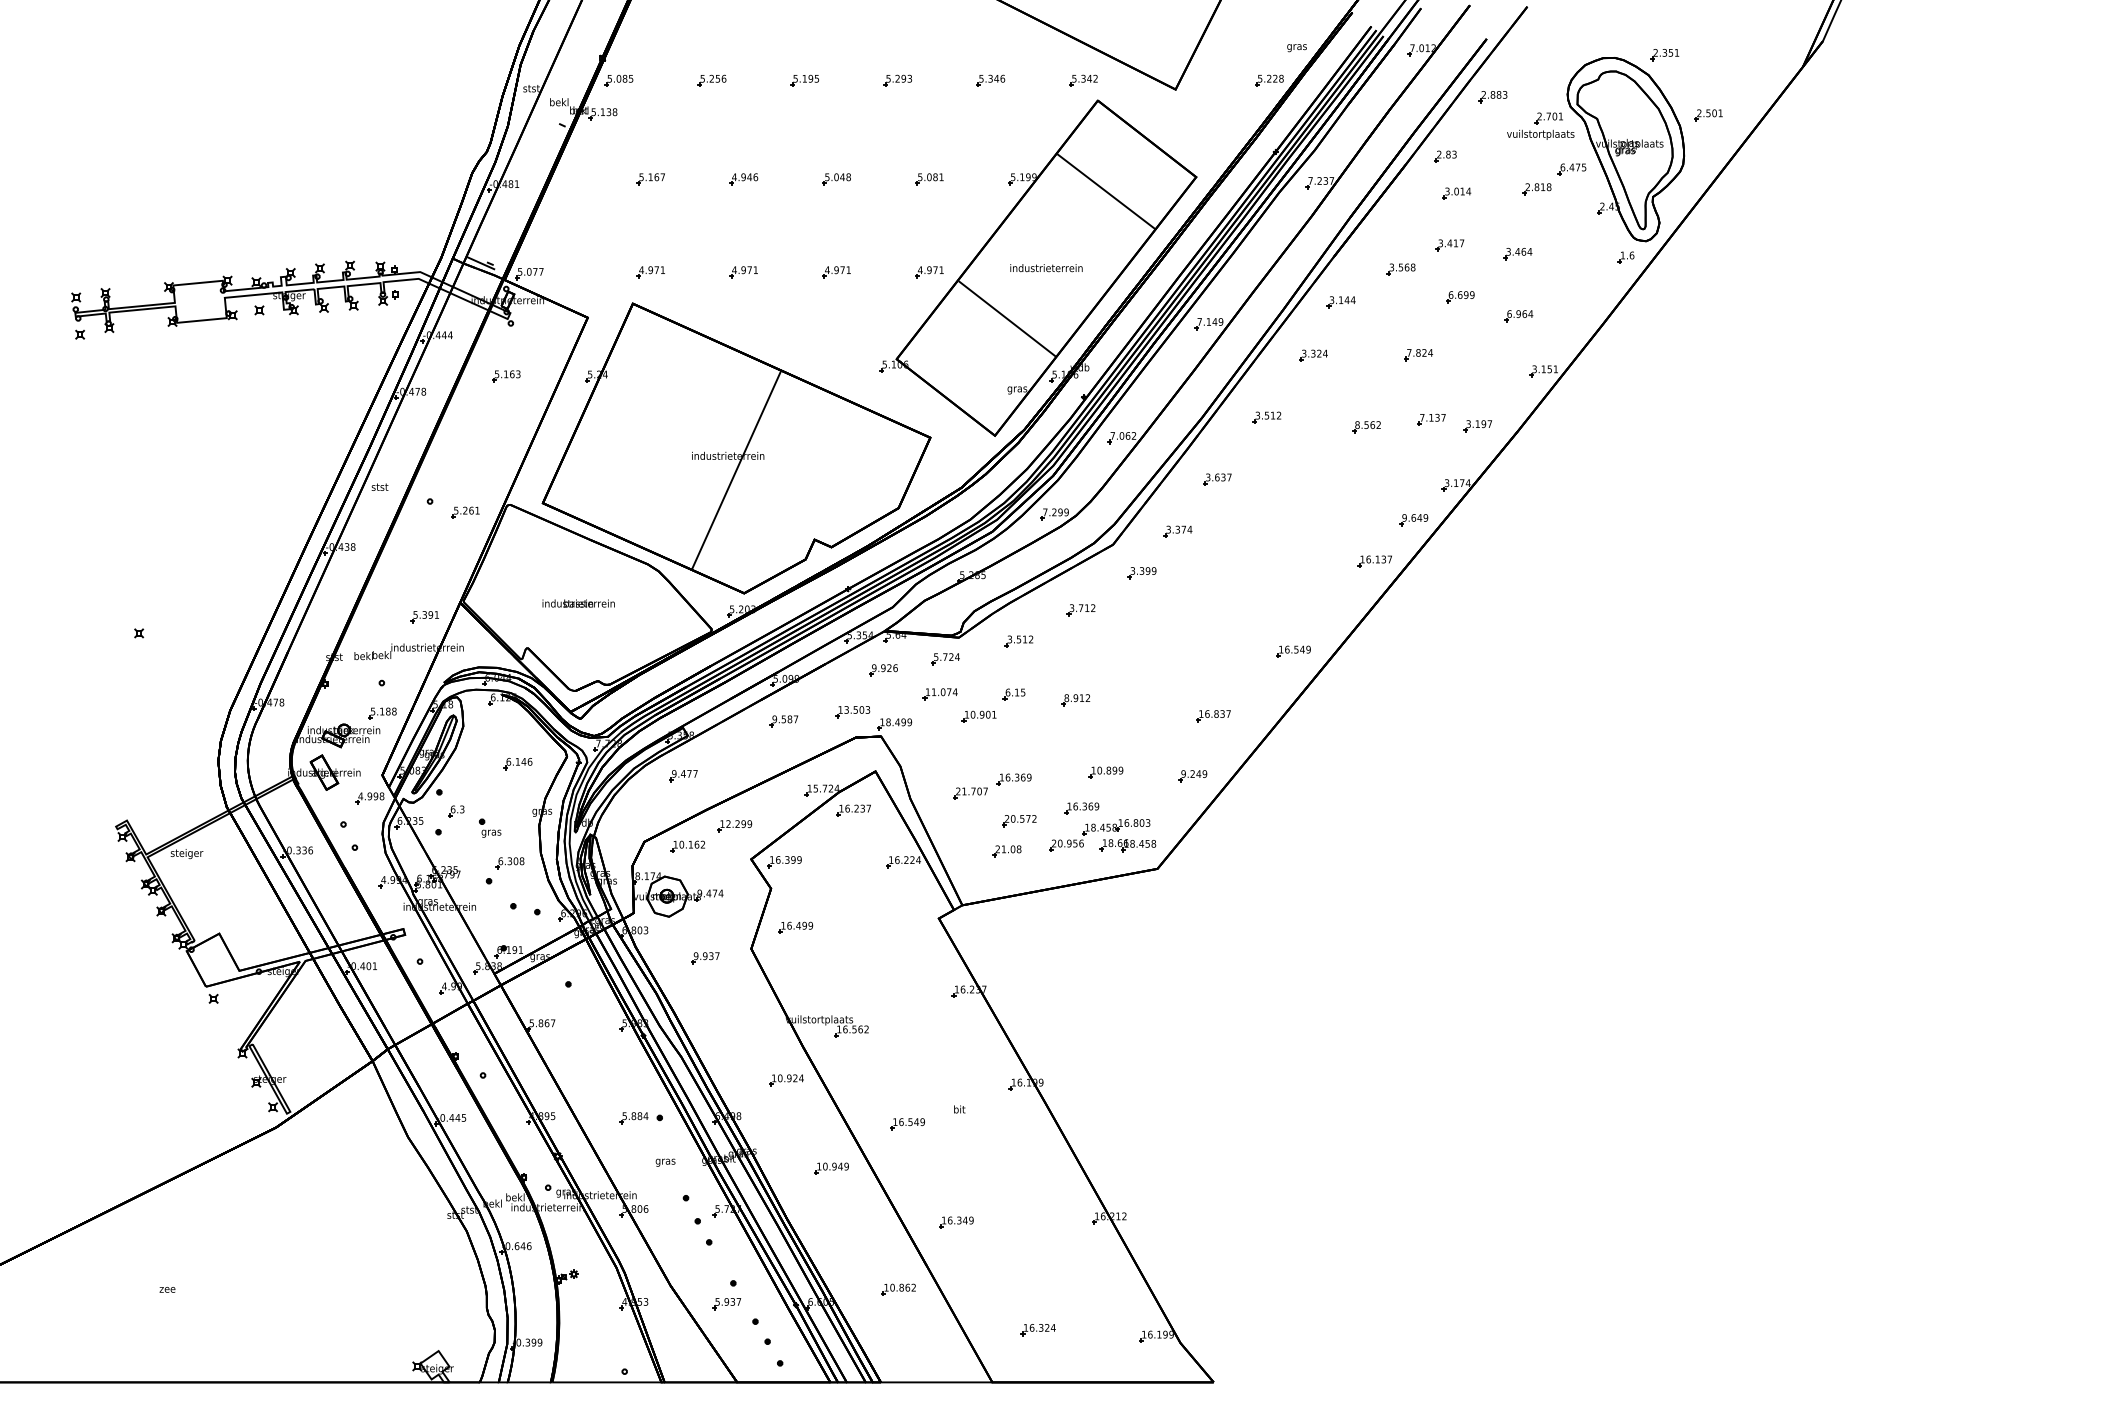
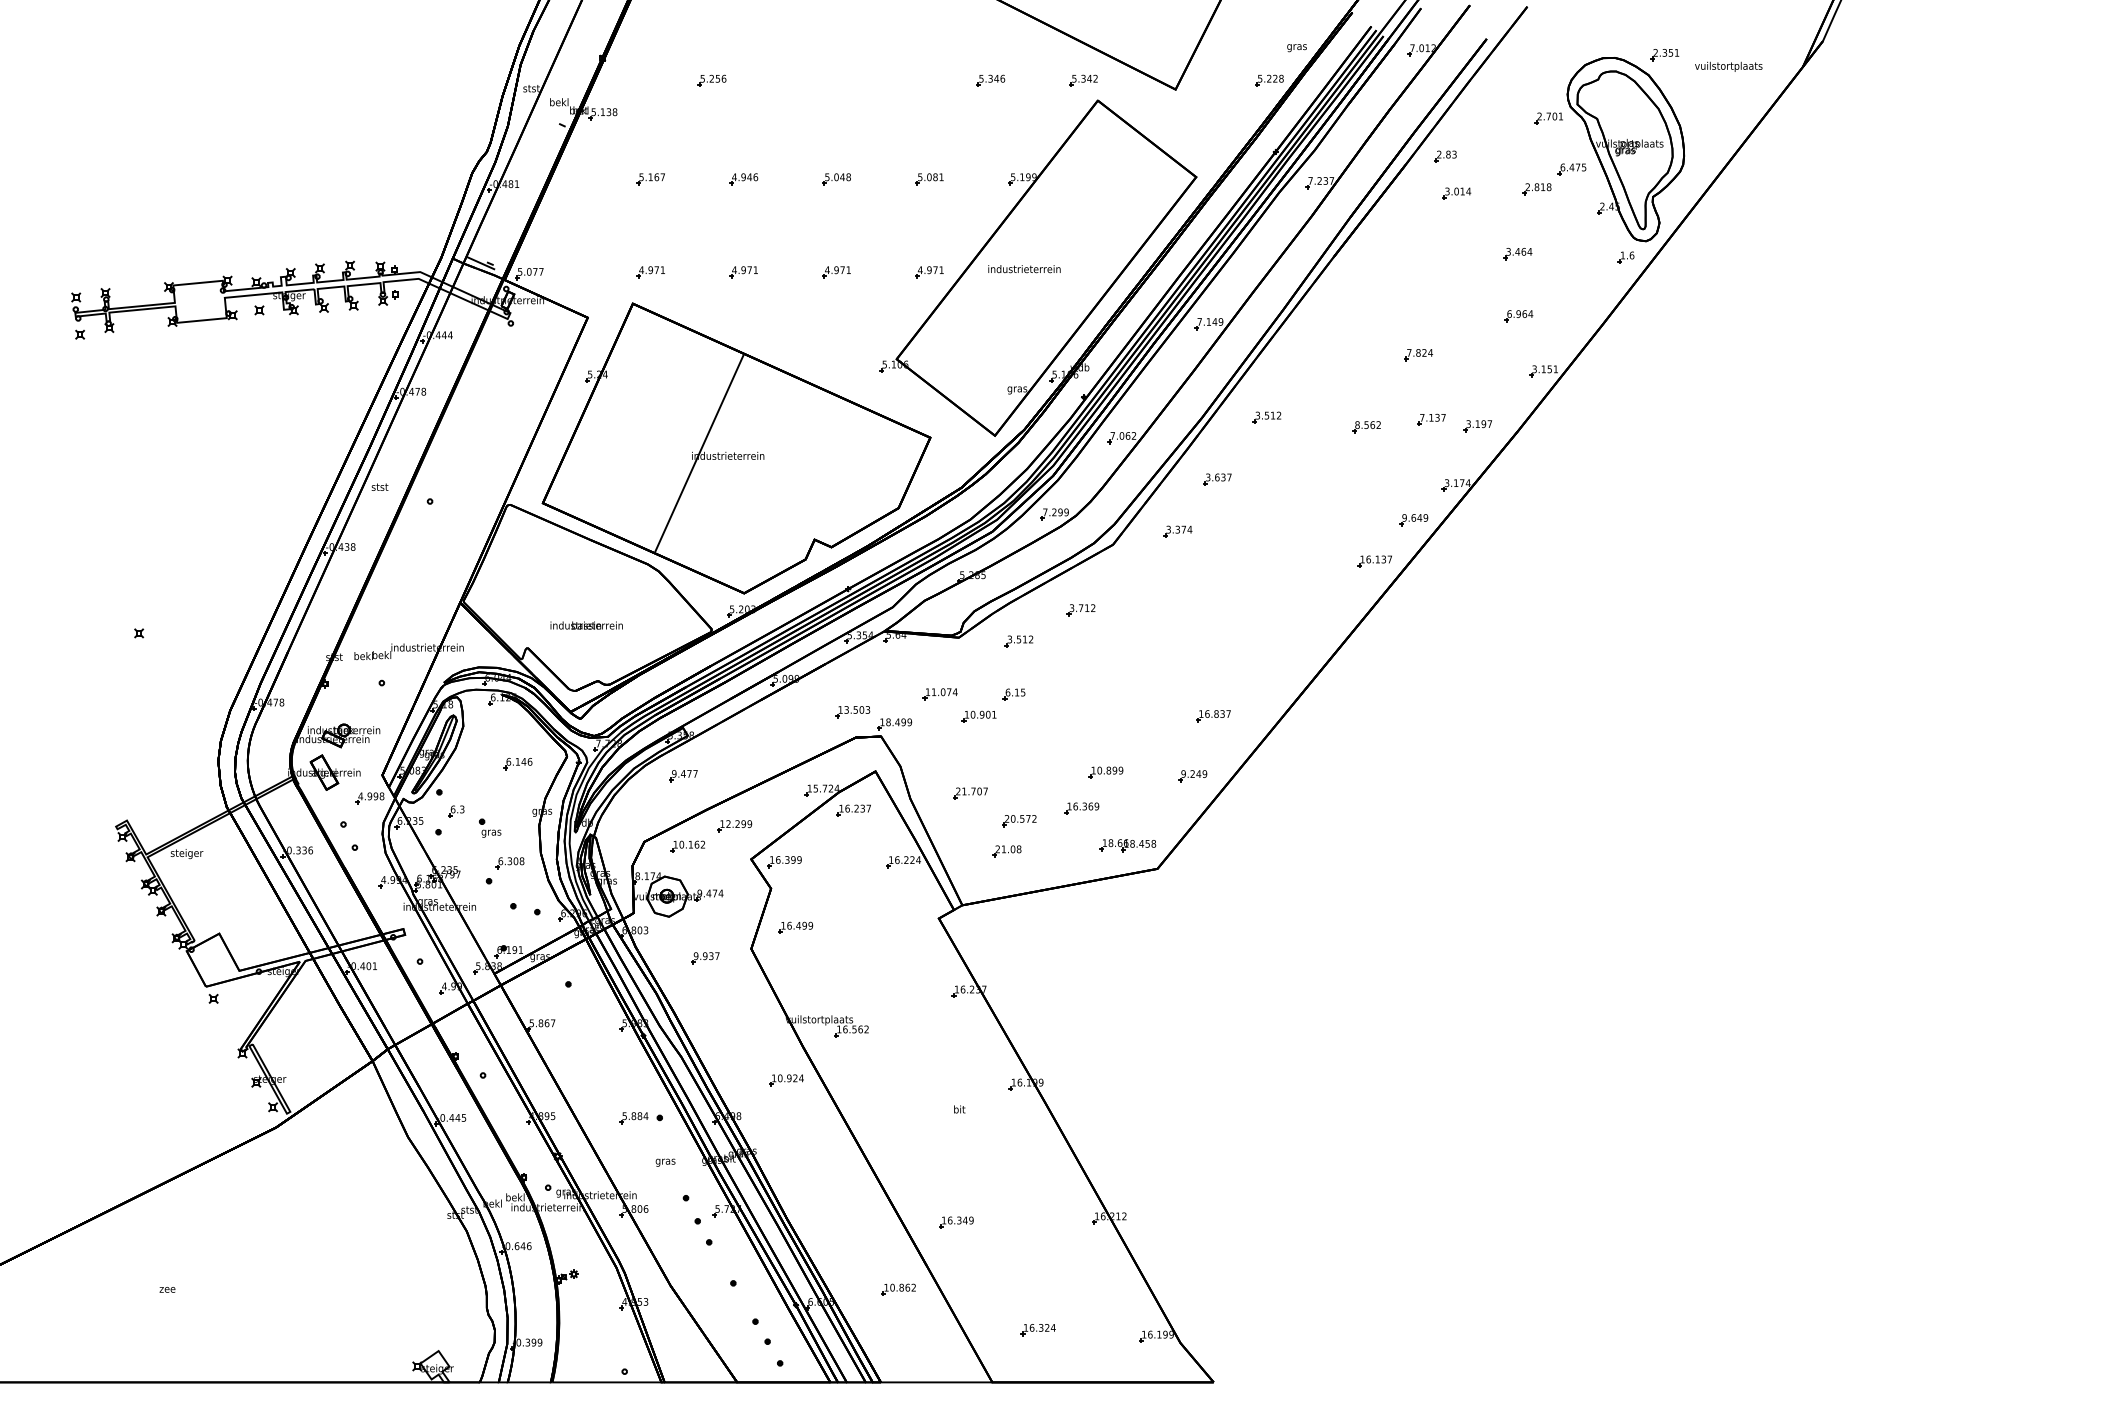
part at (618, 80): present -> none
part at (804, 80): present -> none
part at (897, 80): present -> none
part at (1492, 97): present -> none
part at (1708, 115): present -> none
text at (1540, 134) position: (1540, 134) -> (1728, 66)
line at (1105, 191): present -> none
part at (1449, 245): present -> none
text at (1046, 268) position: (1046, 268) -> (1024, 269)
part at (1400, 269): present -> none
part at (1460, 297): present -> none
part at (1340, 302): present -> none
line at (1007, 318): present -> none
part at (1313, 355): present -> none
part at (506, 376): present -> none
line at (736, 469) position: (736, 469) -> (699, 452)
part at (465, 512): present -> none
part at (1141, 573): present -> none
text at (578, 603) position: (578, 603) -> (586, 625)
part at (424, 617): present -> none
part at (1293, 651): present -> none
part at (945, 659): present -> none
part at (883, 670): present -> none
part at (1075, 700): present -> none
part at (382, 713): present -> none
part at (783, 721): present -> none
part at (1013, 779): present -> none
part at (1099, 835): present -> none
part at (907, 1124): present -> none
part at (831, 1168): present -> none
part at (726, 1304): present -> none
